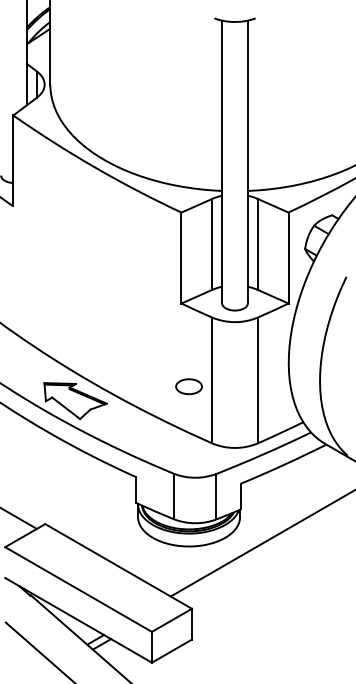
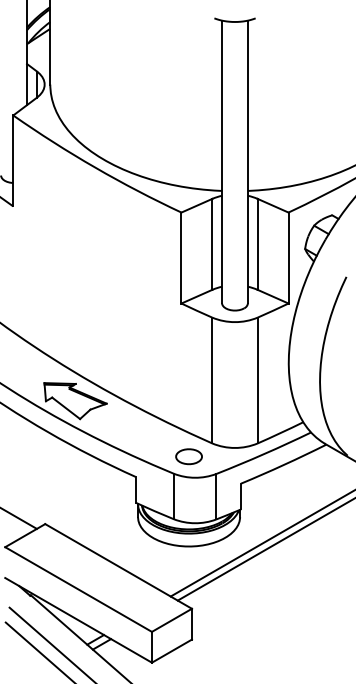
part at (188, 386) position: (188, 386) -> (188, 456)
line at (264, 549): none -> present
line at (50, 643): none -> present
